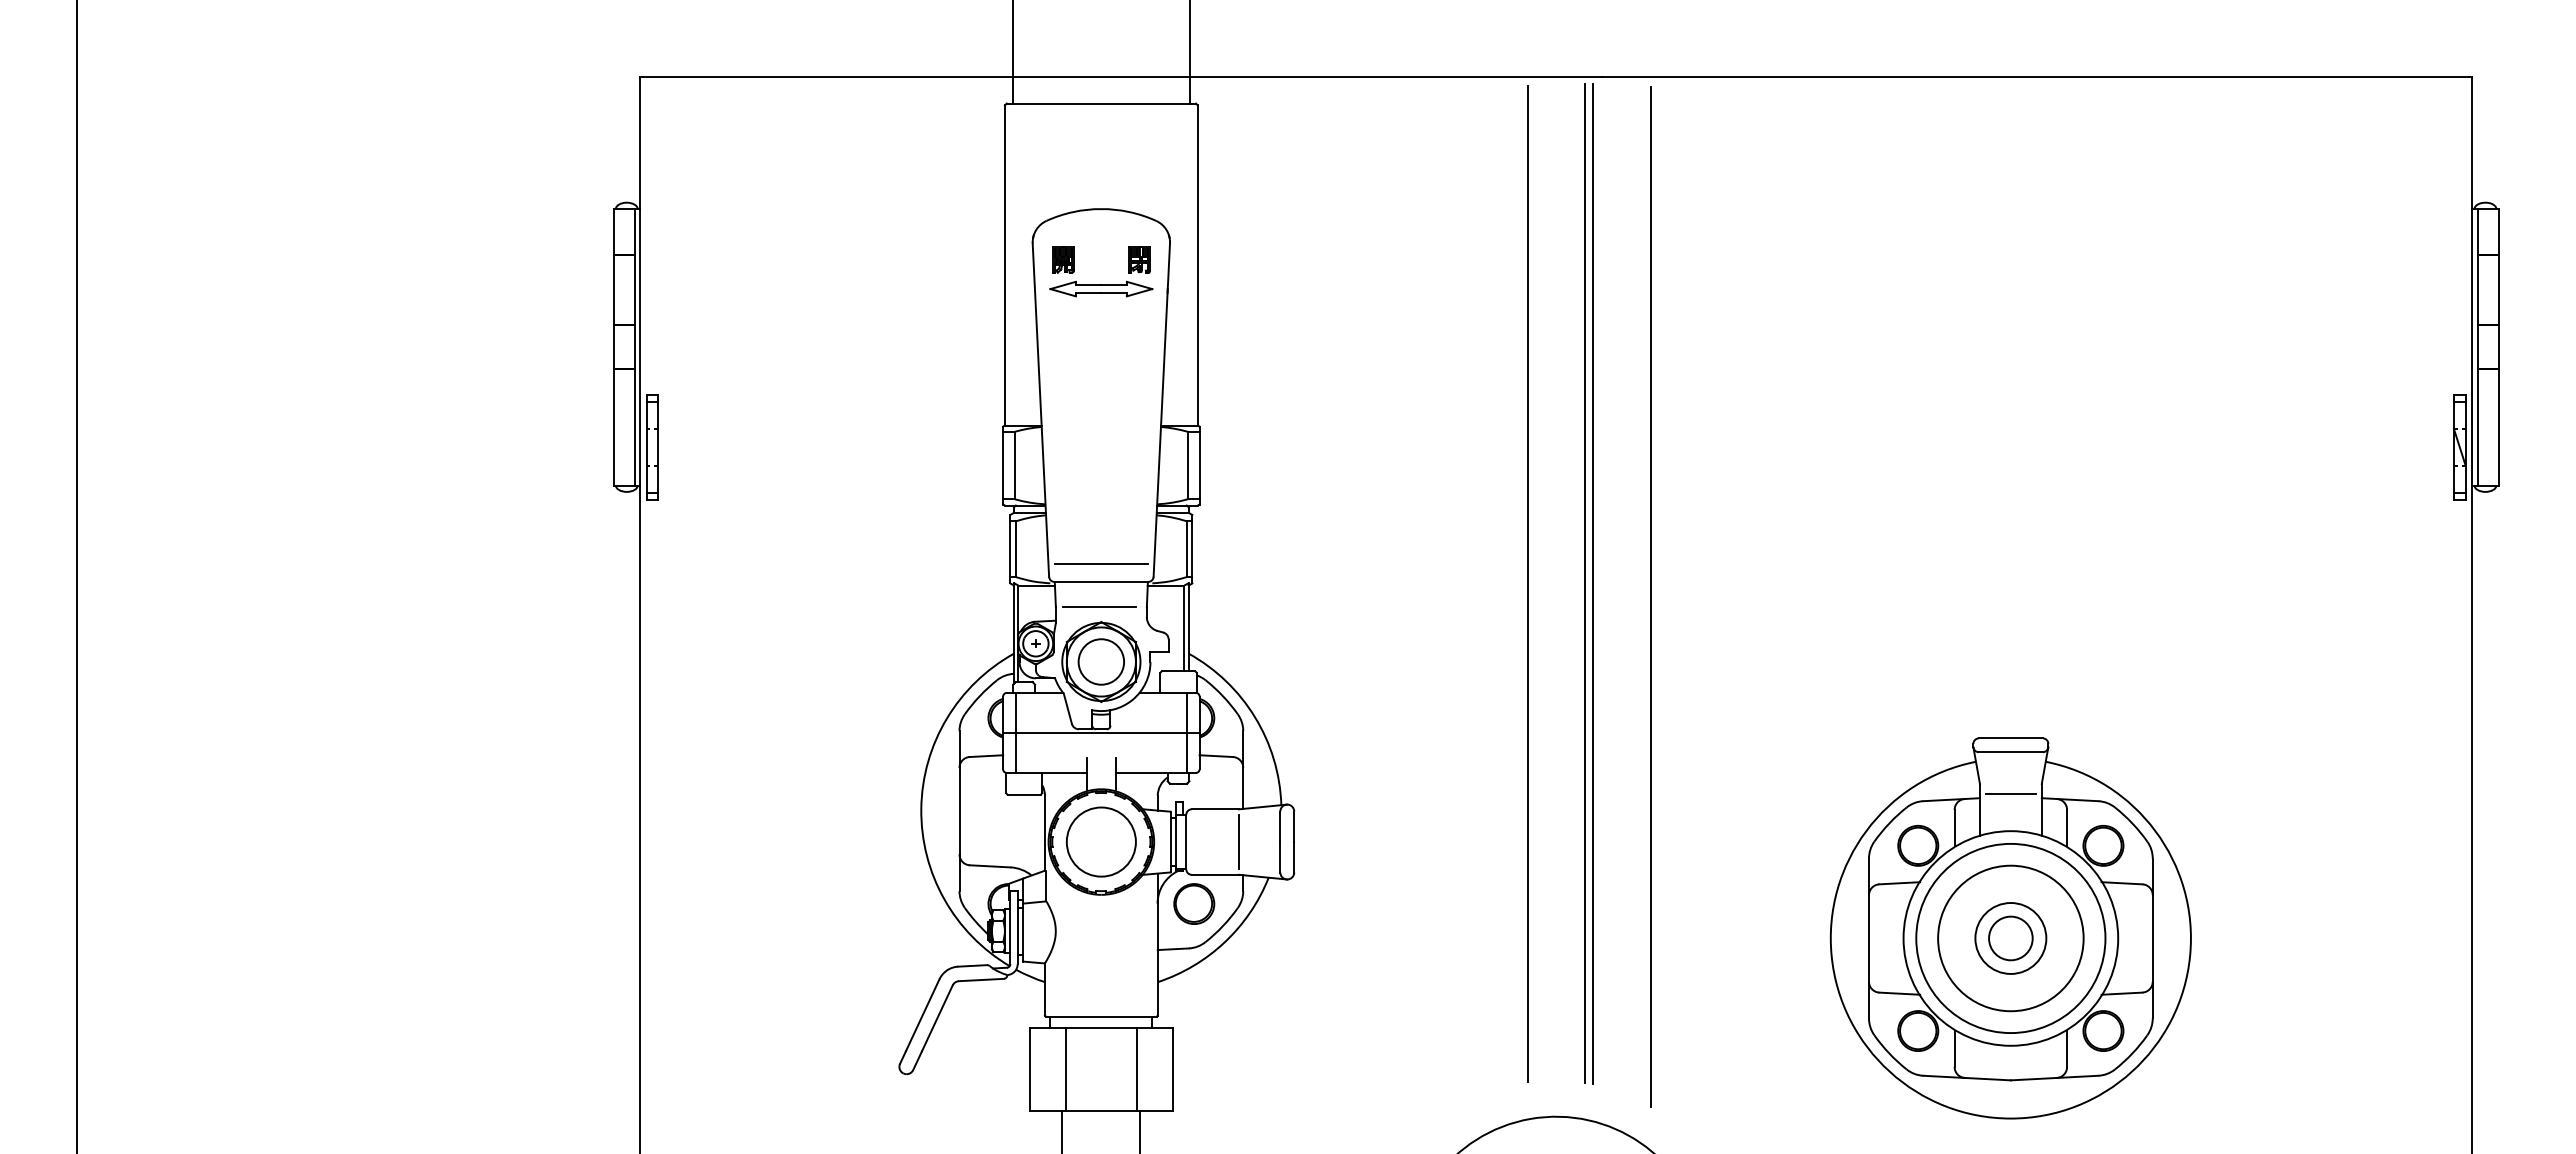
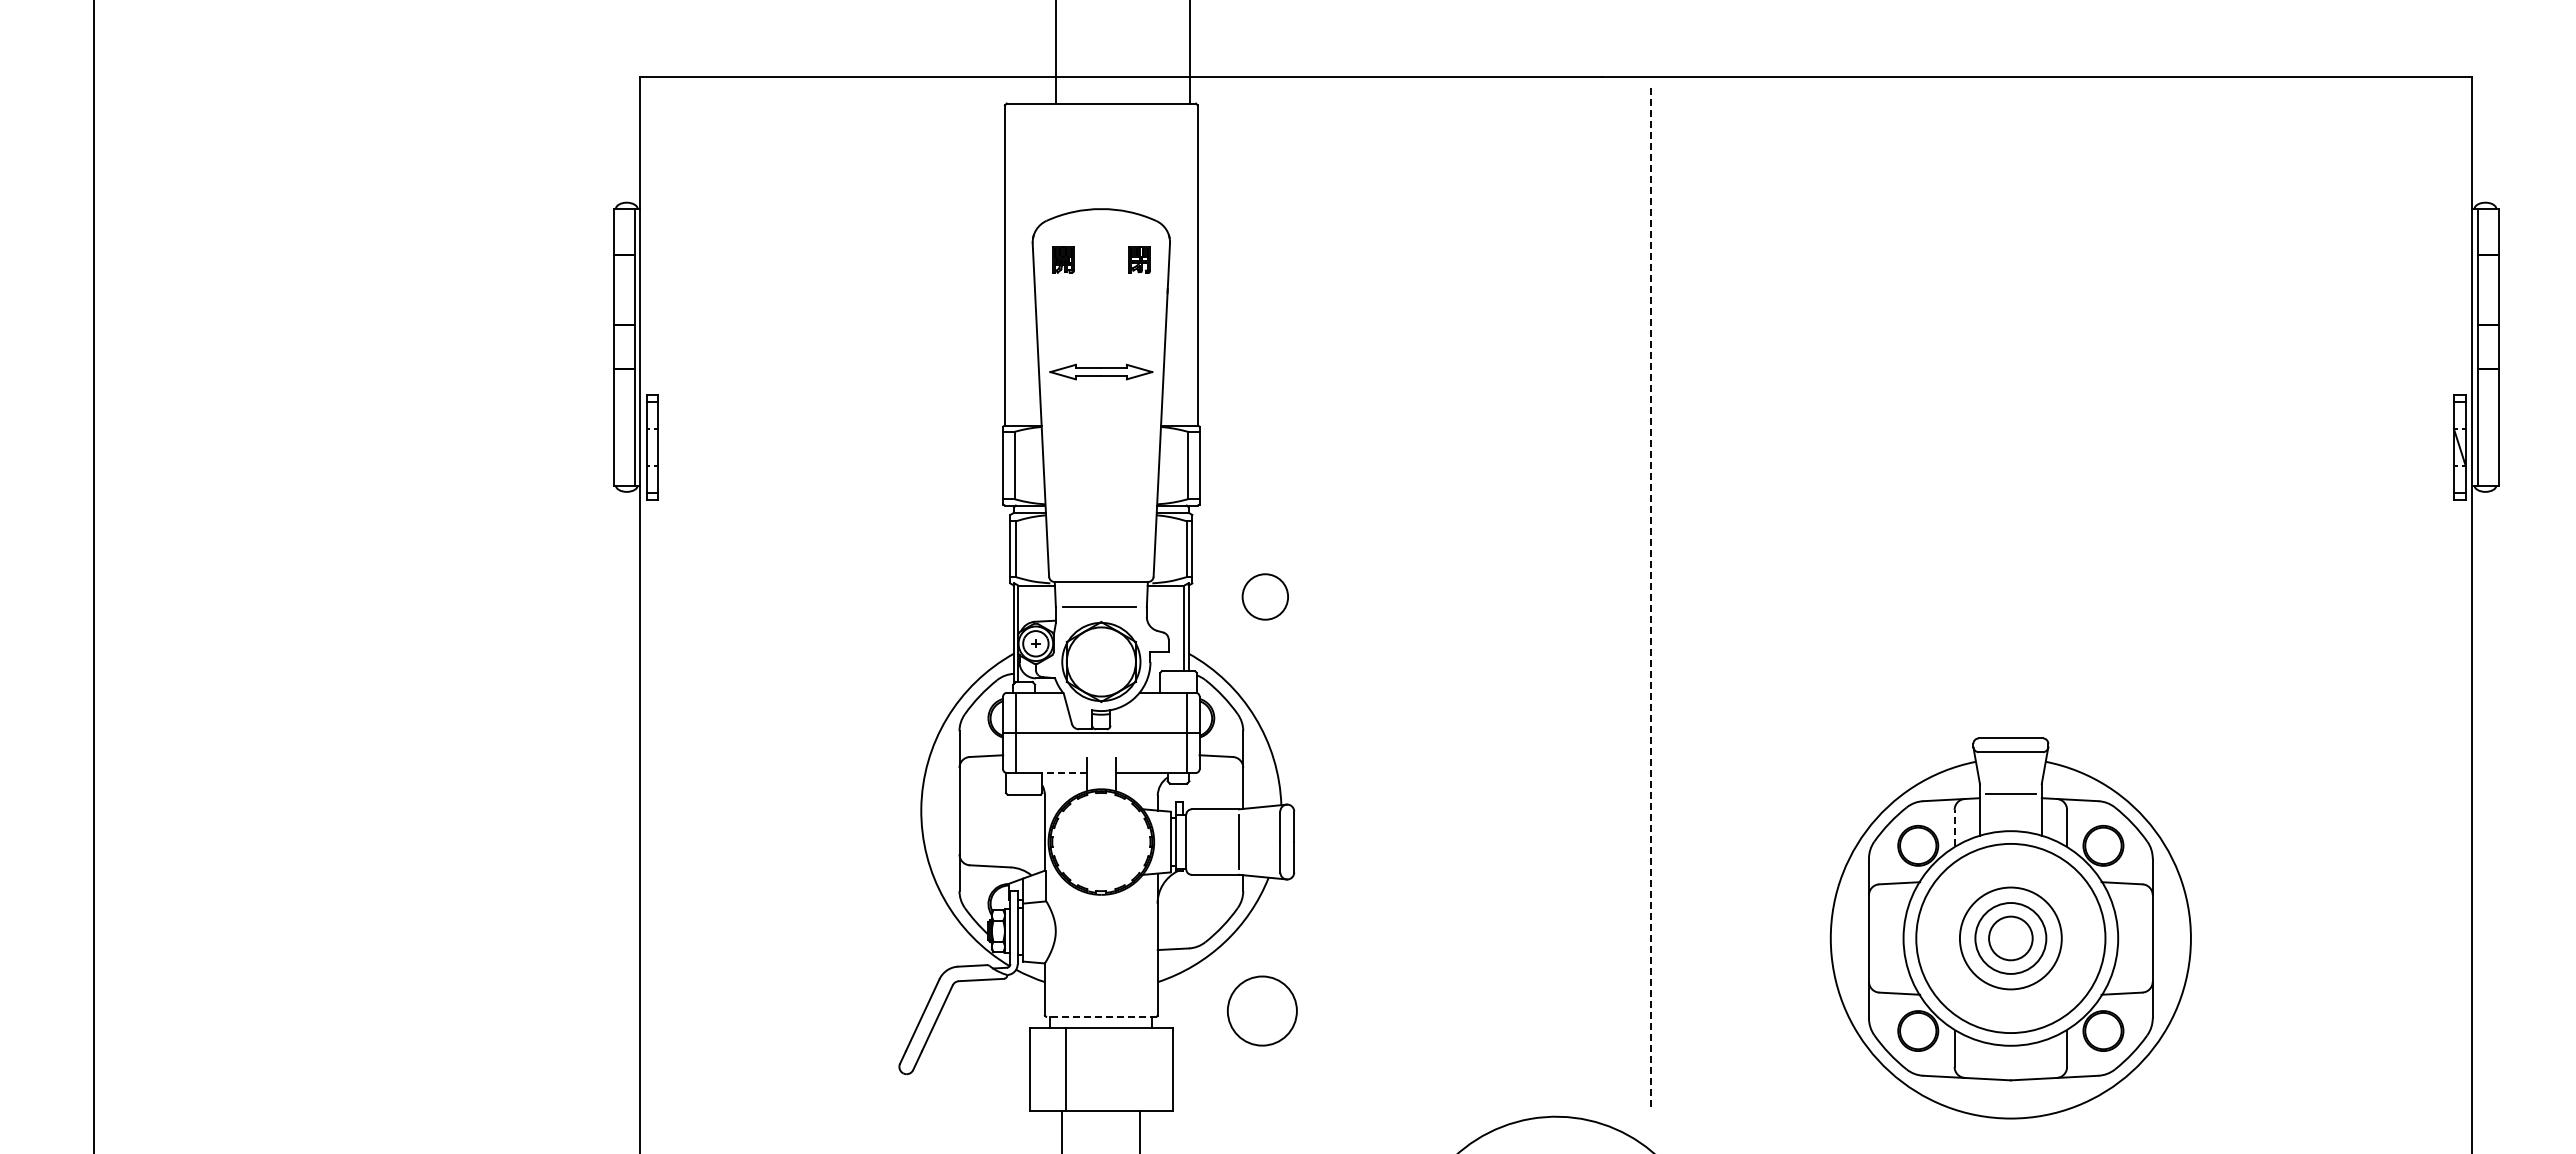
line at (1012, 52) position: (1012, 52) -> (1055, 52)
part at (1101, 288) position: (1101, 288) -> (1101, 371)
line at (1100, 564): present -> none
line at (77, 576) position: (77, 576) -> (94, 576)
line at (1585, 582): present -> none
line at (1528, 583): present -> none
line at (1592, 583): present -> none
line at (1651, 596): solid -> dashed
circle at (1100, 661) position: (1100, 661) -> (1264, 596)
line at (1064, 772): solid -> dashed
line at (1954, 827): solid -> dashed
circle at (1100, 841) position: (1100, 841) -> (1261, 1010)
part at (1194, 903): present -> none
circle at (2010, 938) diameter: 146 px -> 102 px
line at (1100, 1016): solid -> dashed
line at (1137, 1069): present -> none
